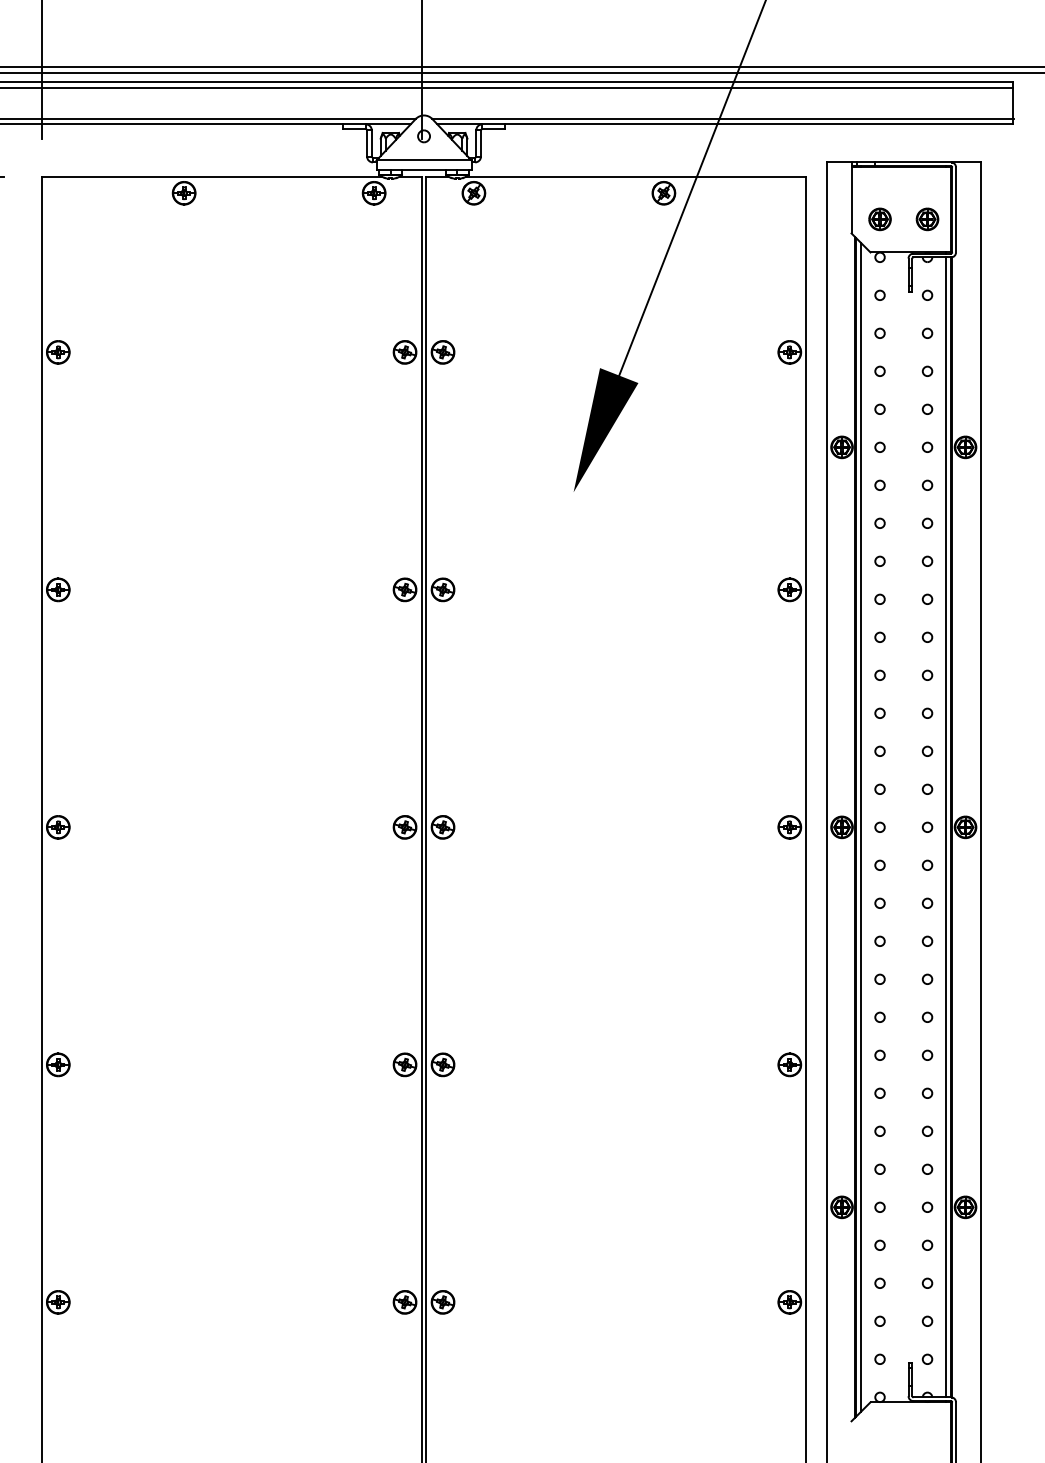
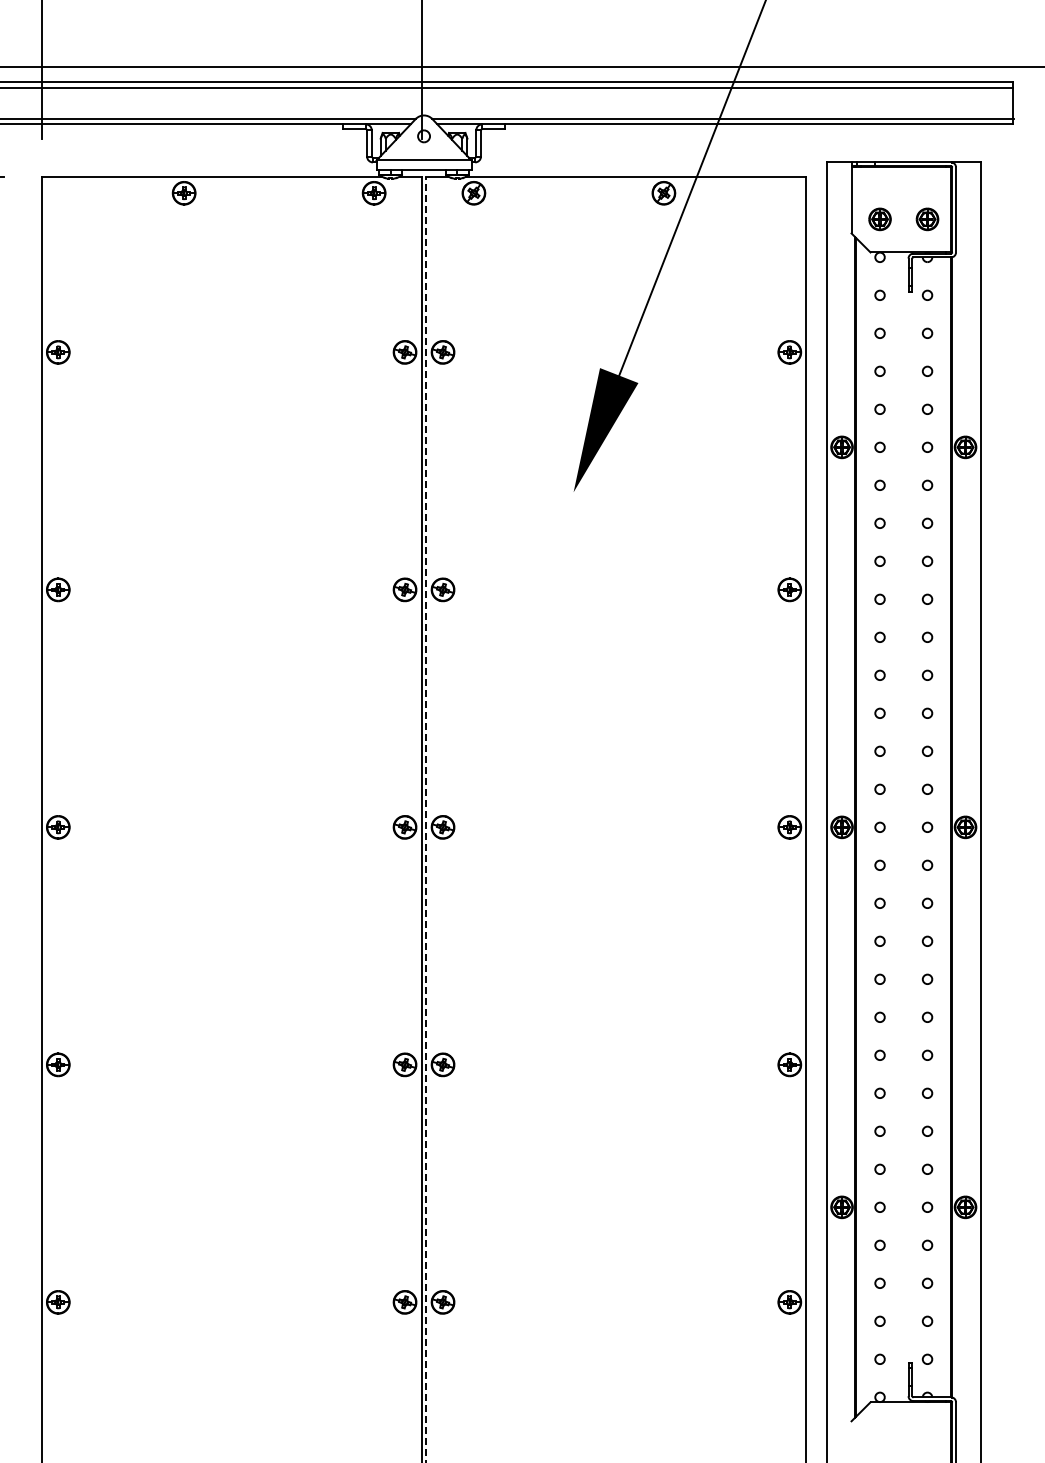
line at (521, 73): present -> none
line at (426, 819): solid -> dashed
line at (861, 827): present -> none
line at (946, 827): present -> none
